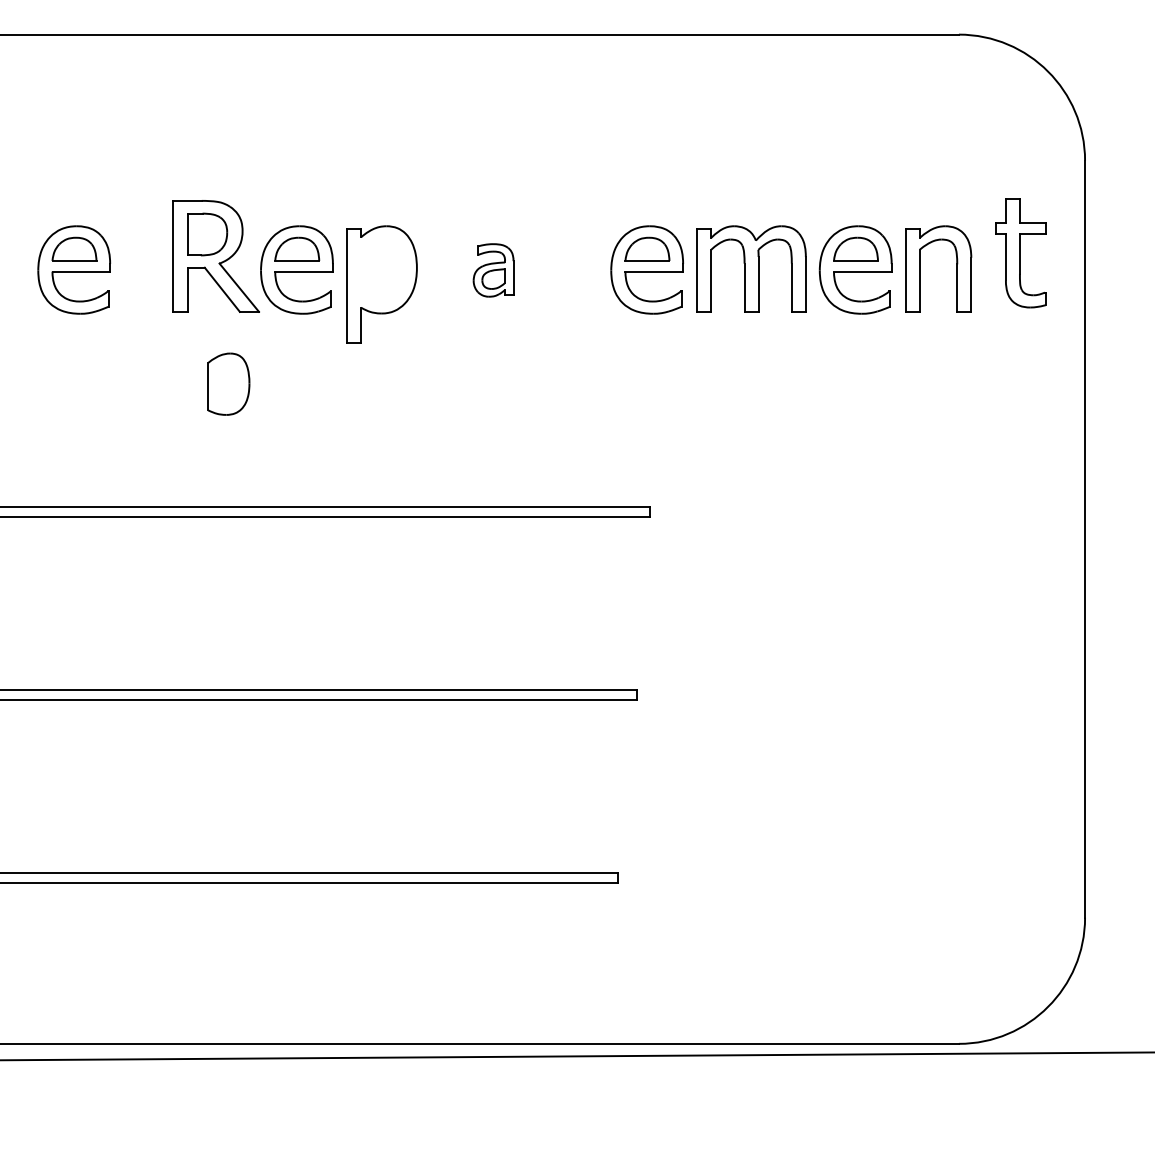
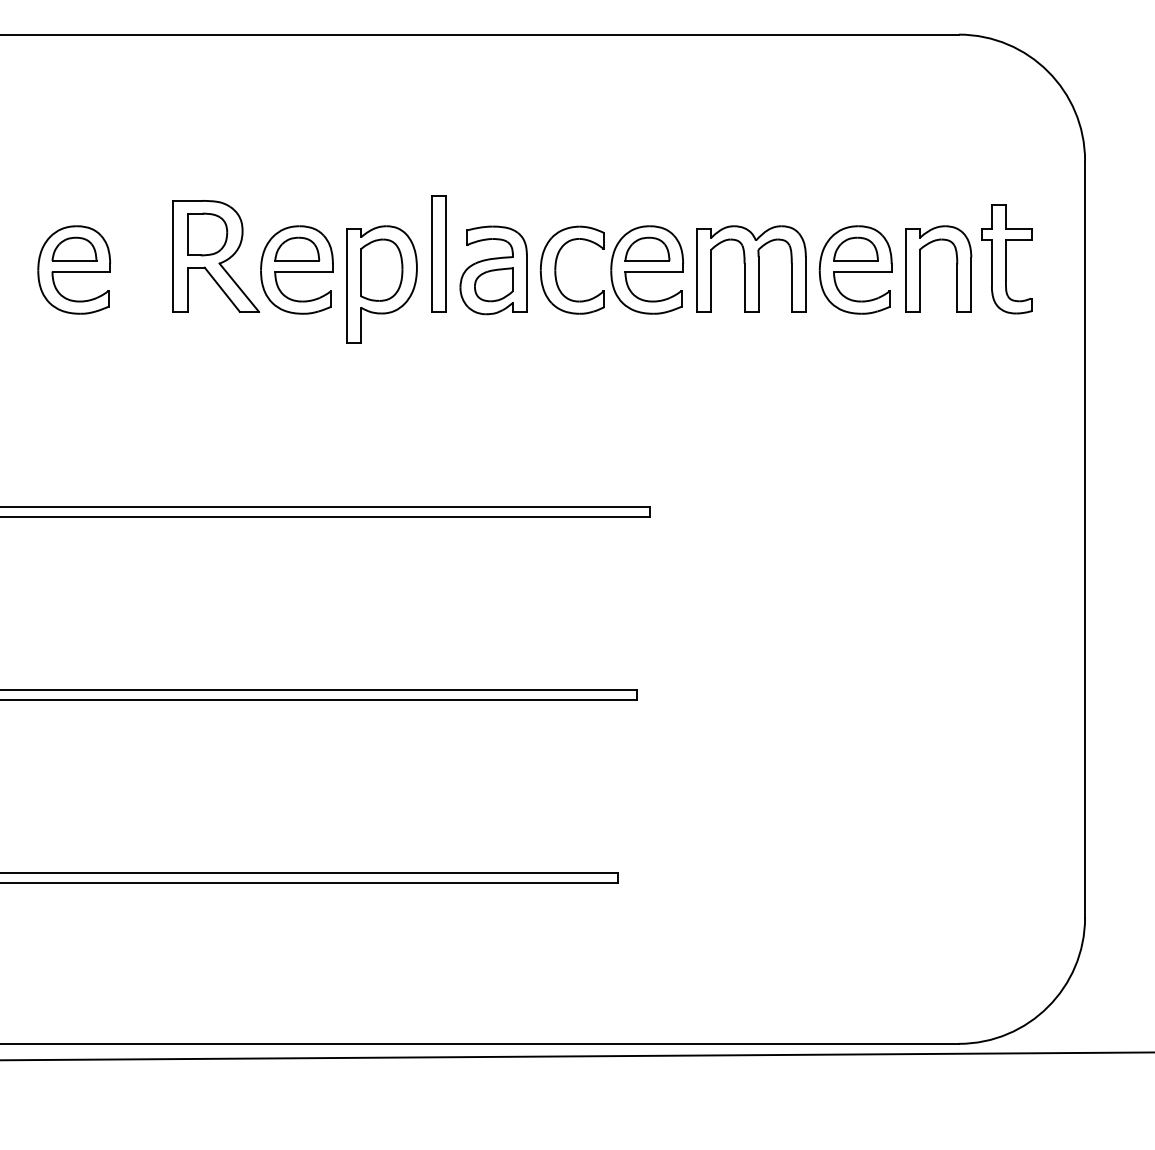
part at (438, 253): none -> present
part at (1020, 253) position: (1020, 253) -> (1006, 259)
part at (556, 269): none -> present
part at (493, 270) size: 43x55 px -> 69x91 px
part at (228, 383) position: (228, 383) -> (381, 269)
